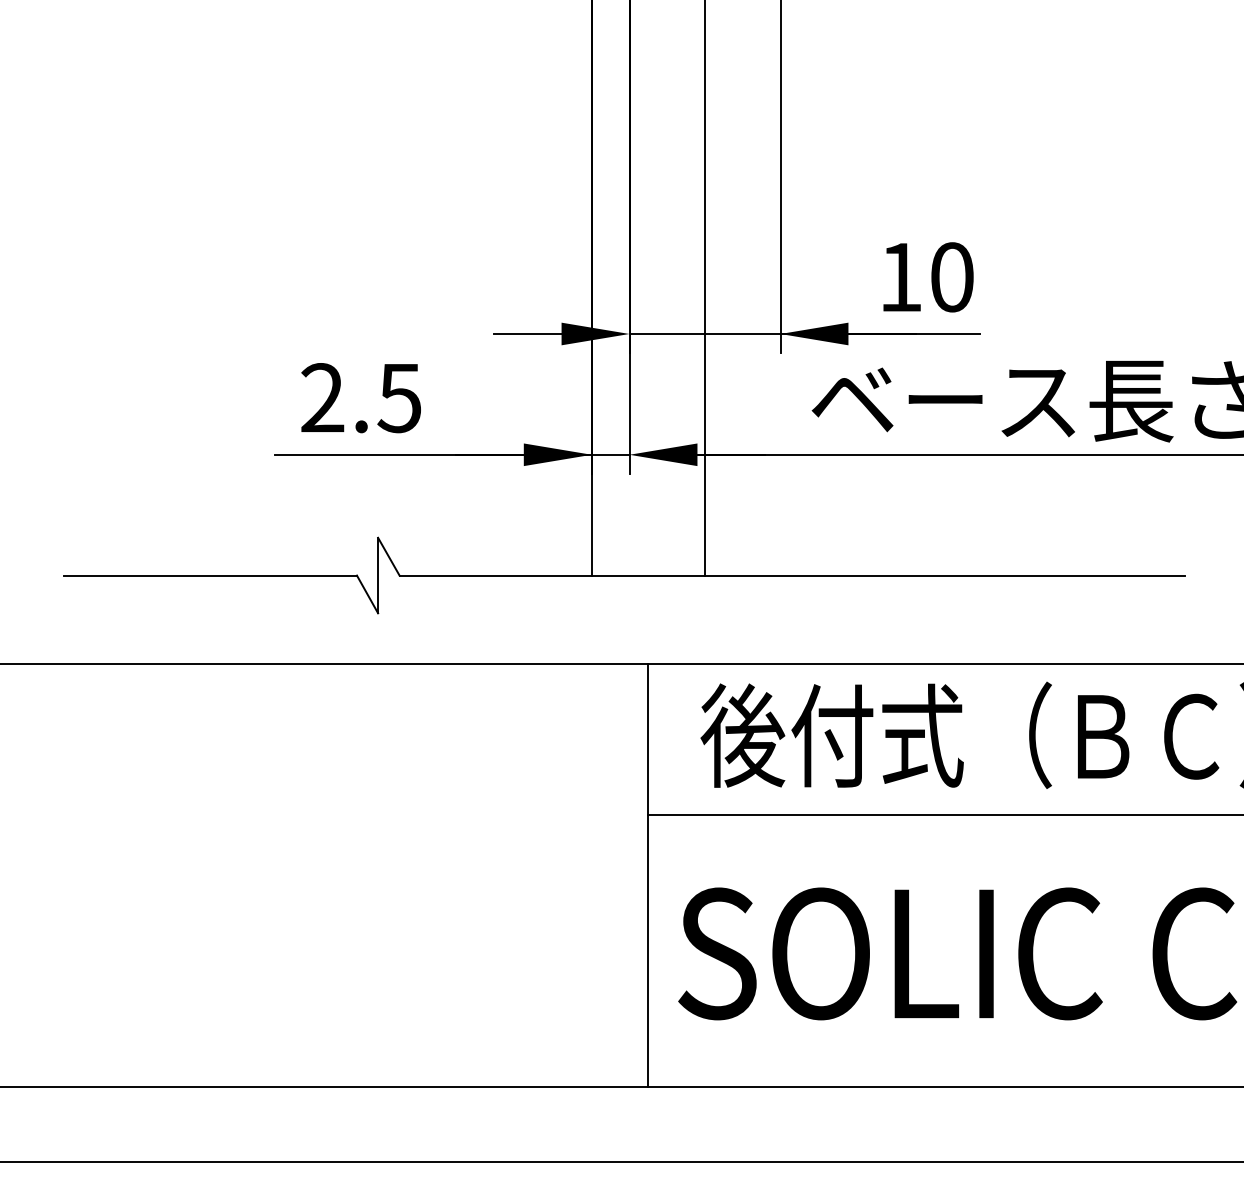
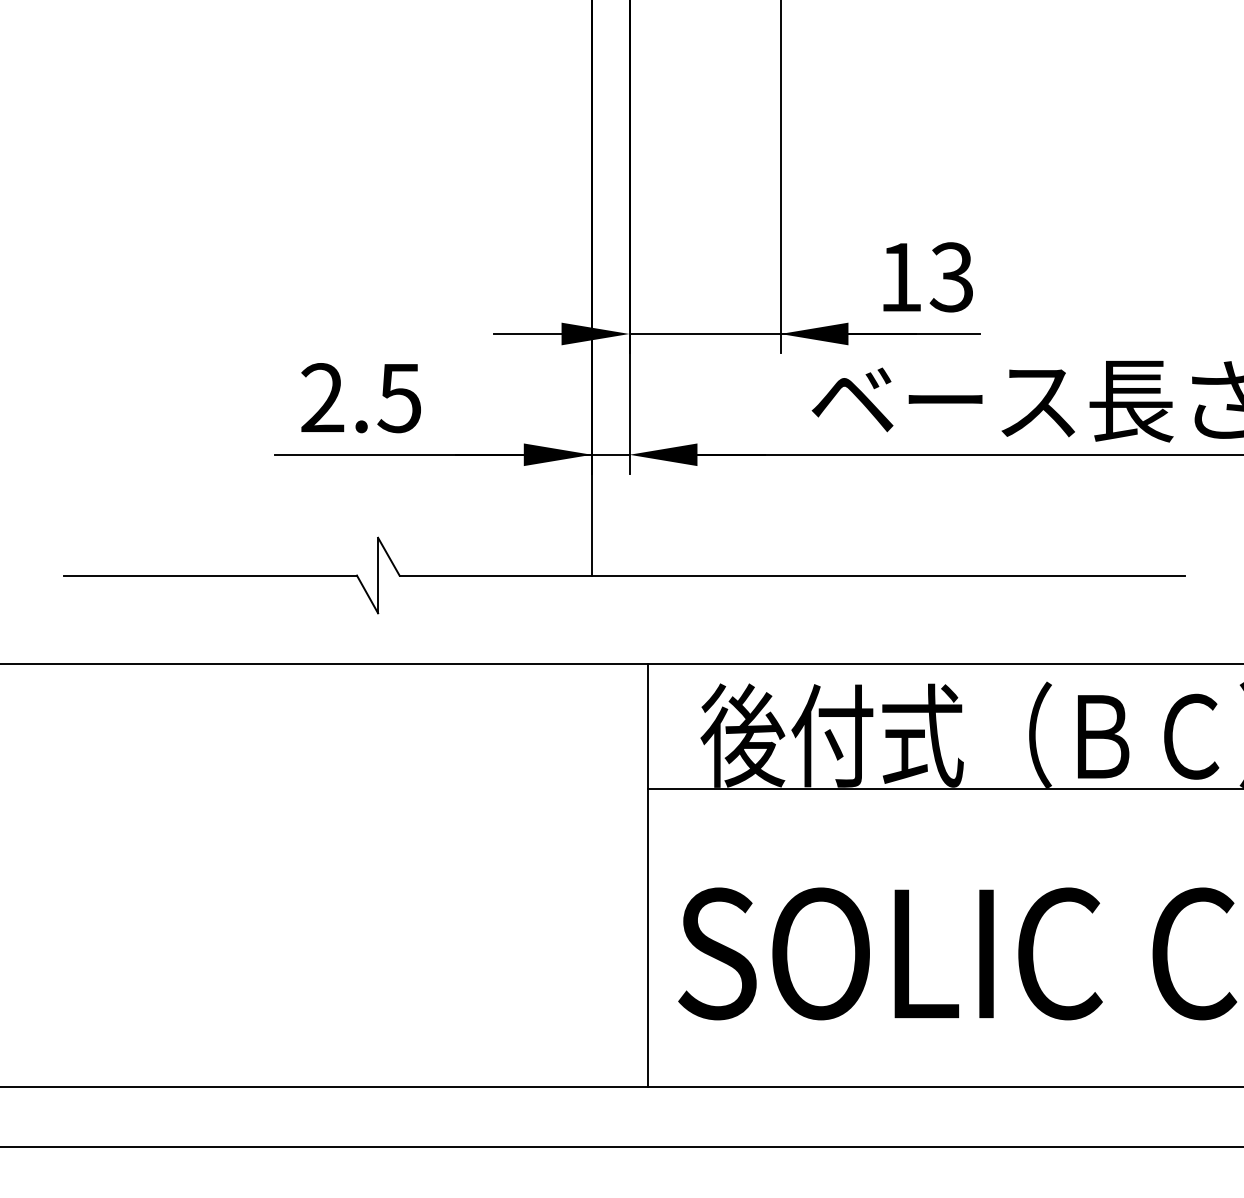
text at (951, 277): 10 -> 13
line at (705, 288): present -> none
line at (943, 814) position: (943, 814) -> (943, 788)
line at (621, 1162) position: (621, 1162) -> (621, 1147)
